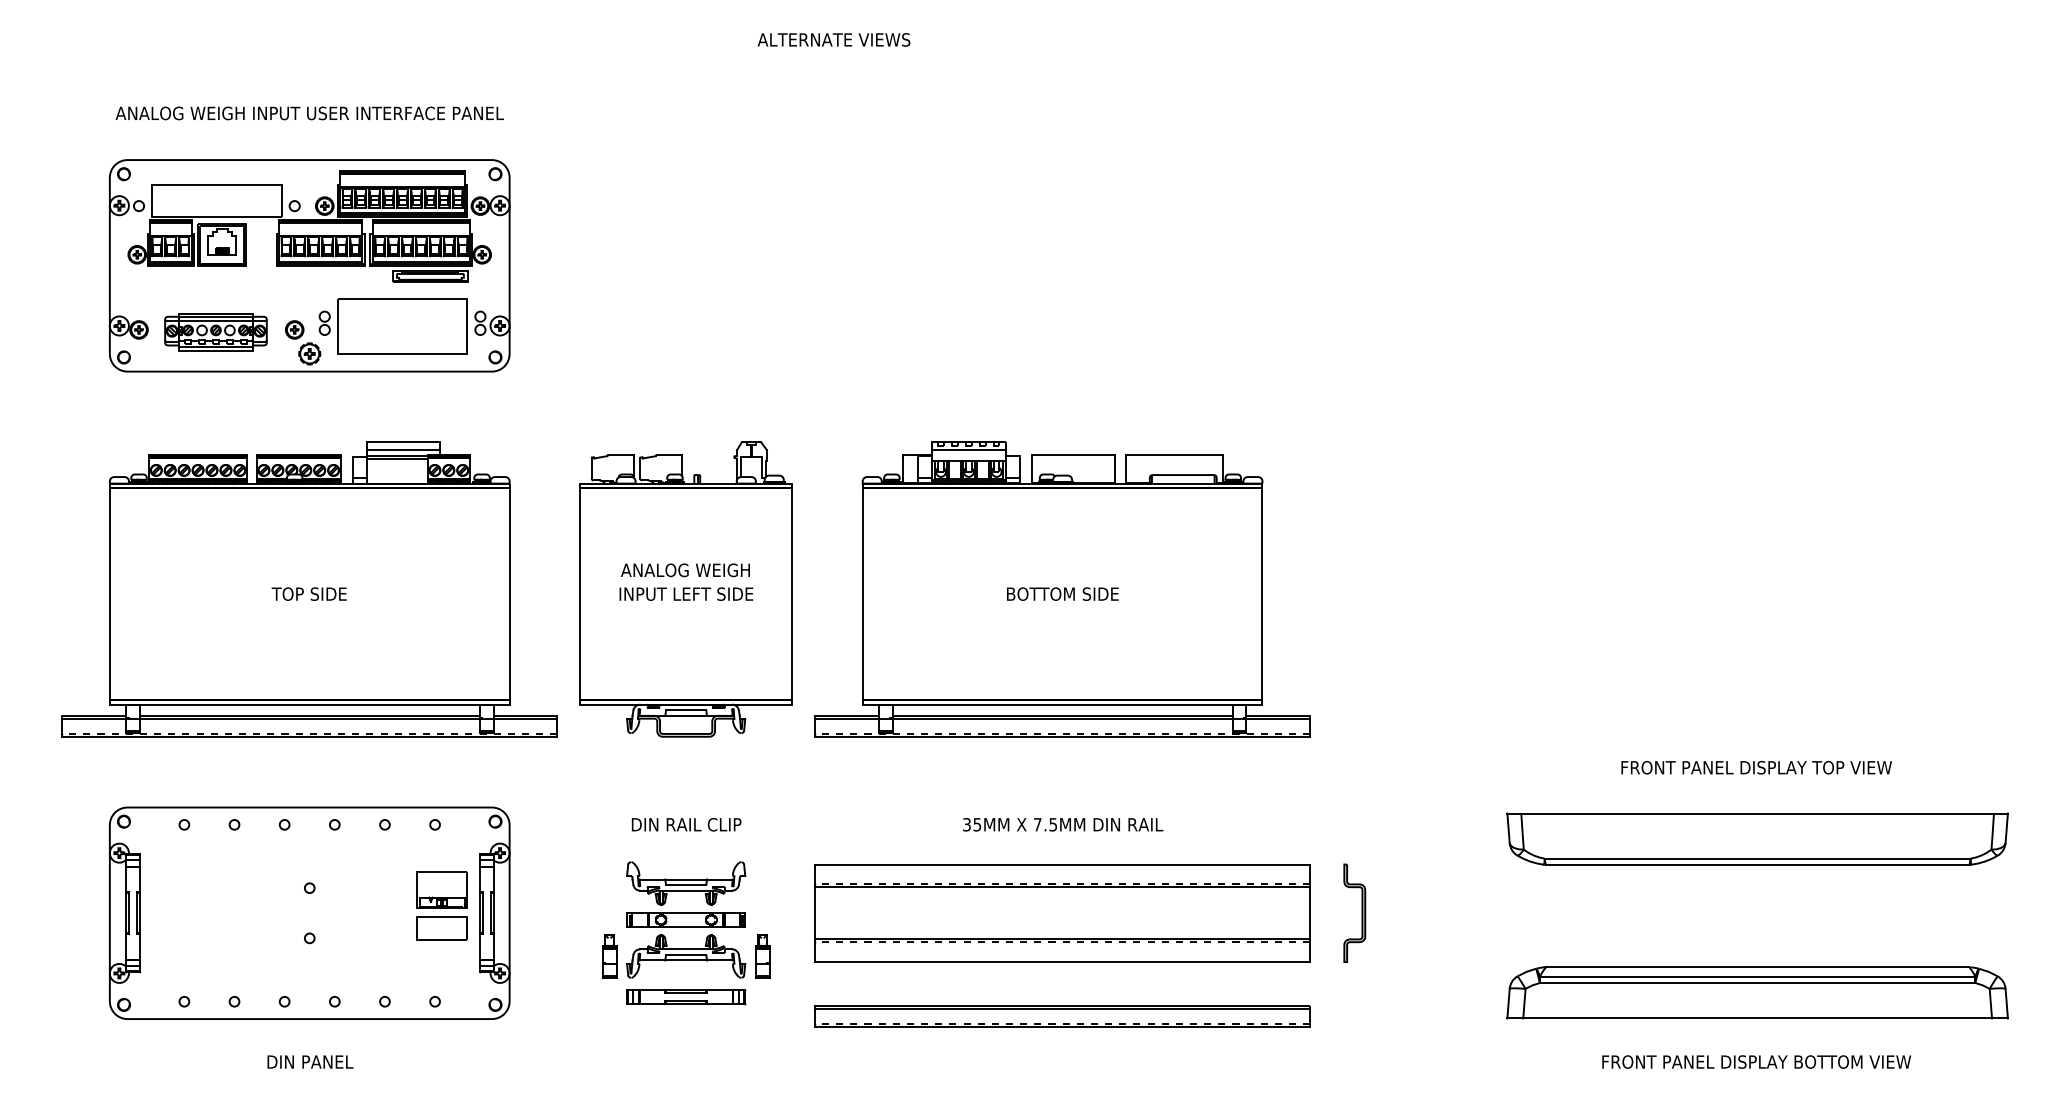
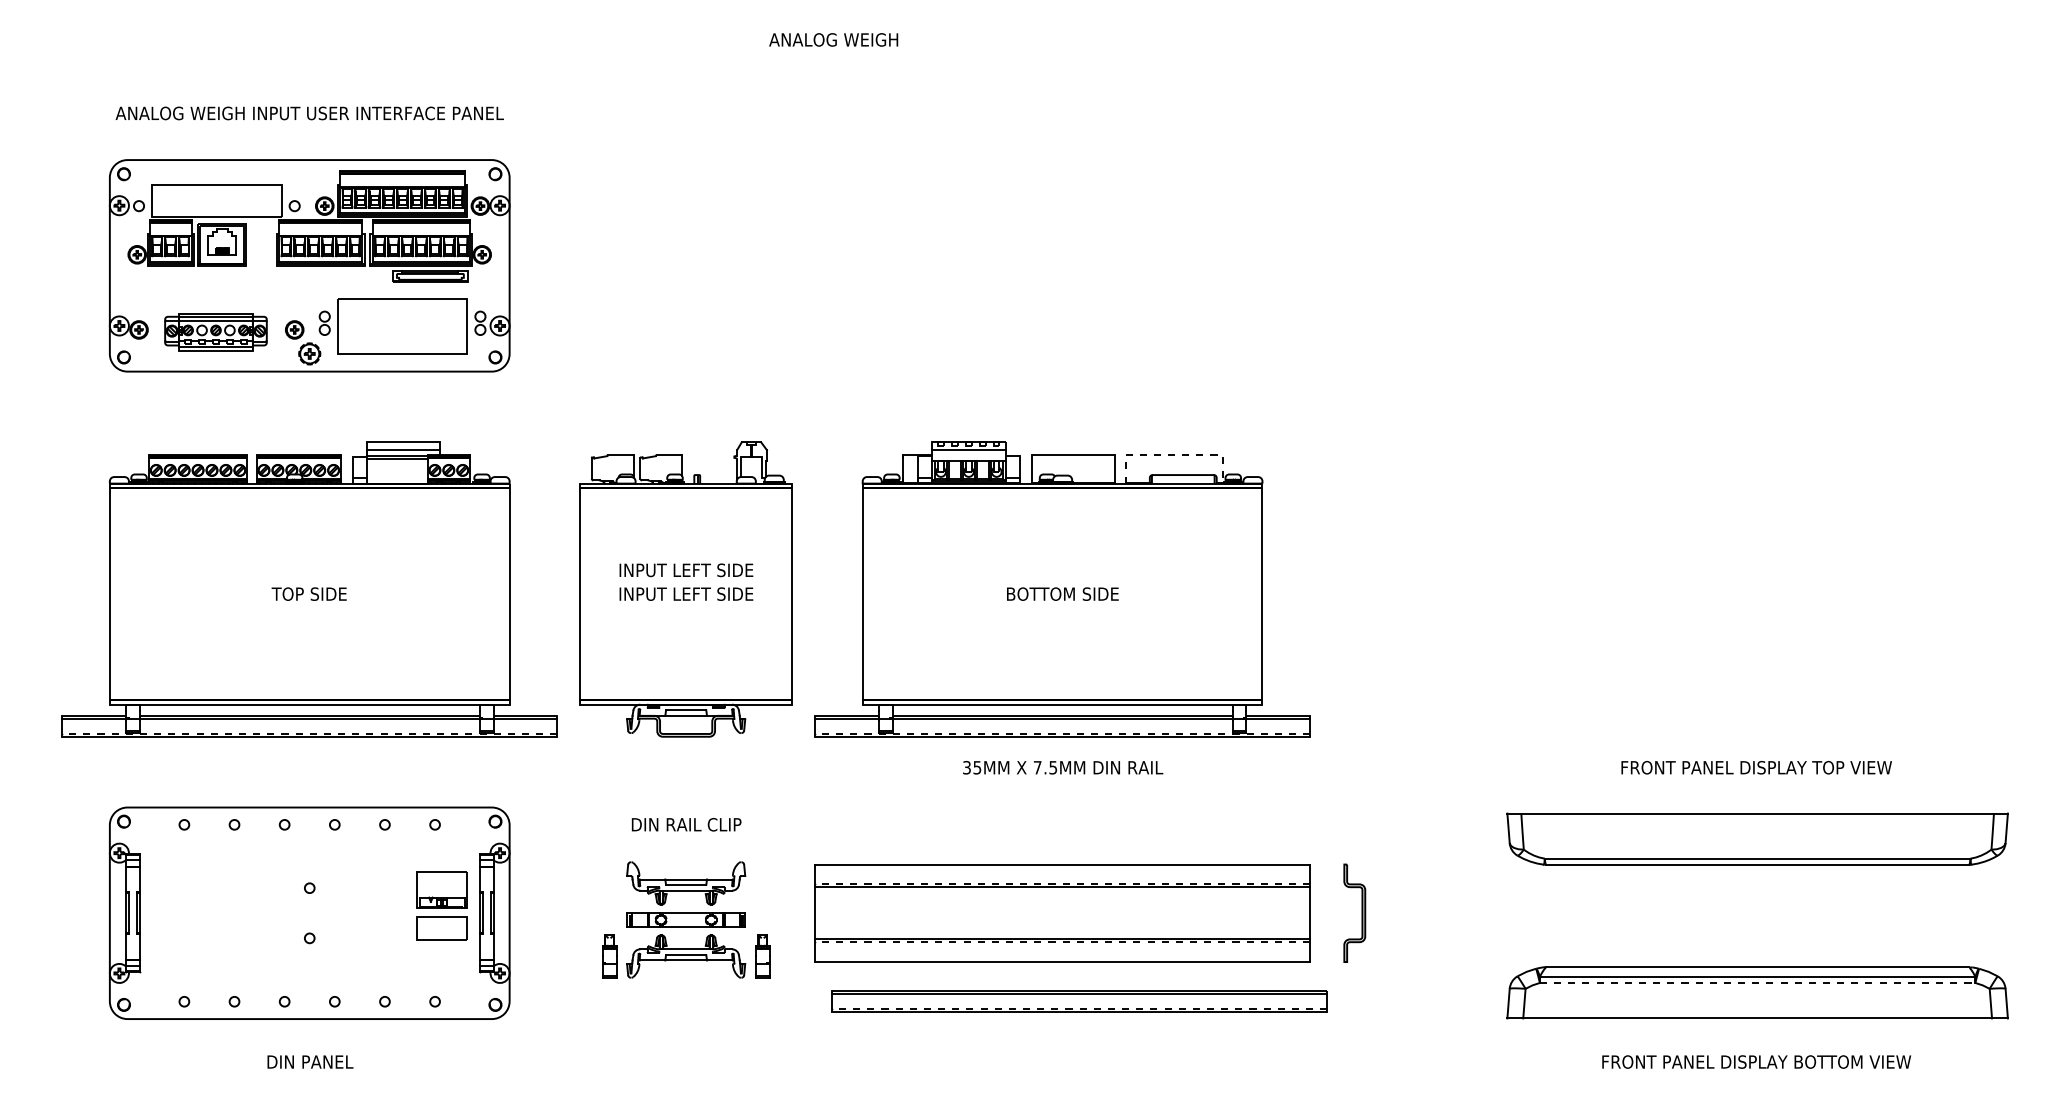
text at (833, 39): ALTERNATE VIEWS -> ANALOG WEIGH
line at (1174, 455): solid -> dashed
text at (686, 570): ANALOG WEIGH -> INPUT LEFT SIDE
text at (1063, 824) position: (1063, 824) -> (1063, 767)
line at (1757, 982): solid -> dashed
part at (686, 997): present -> none
part at (1062, 1016) position: (1062, 1016) -> (1079, 1001)
